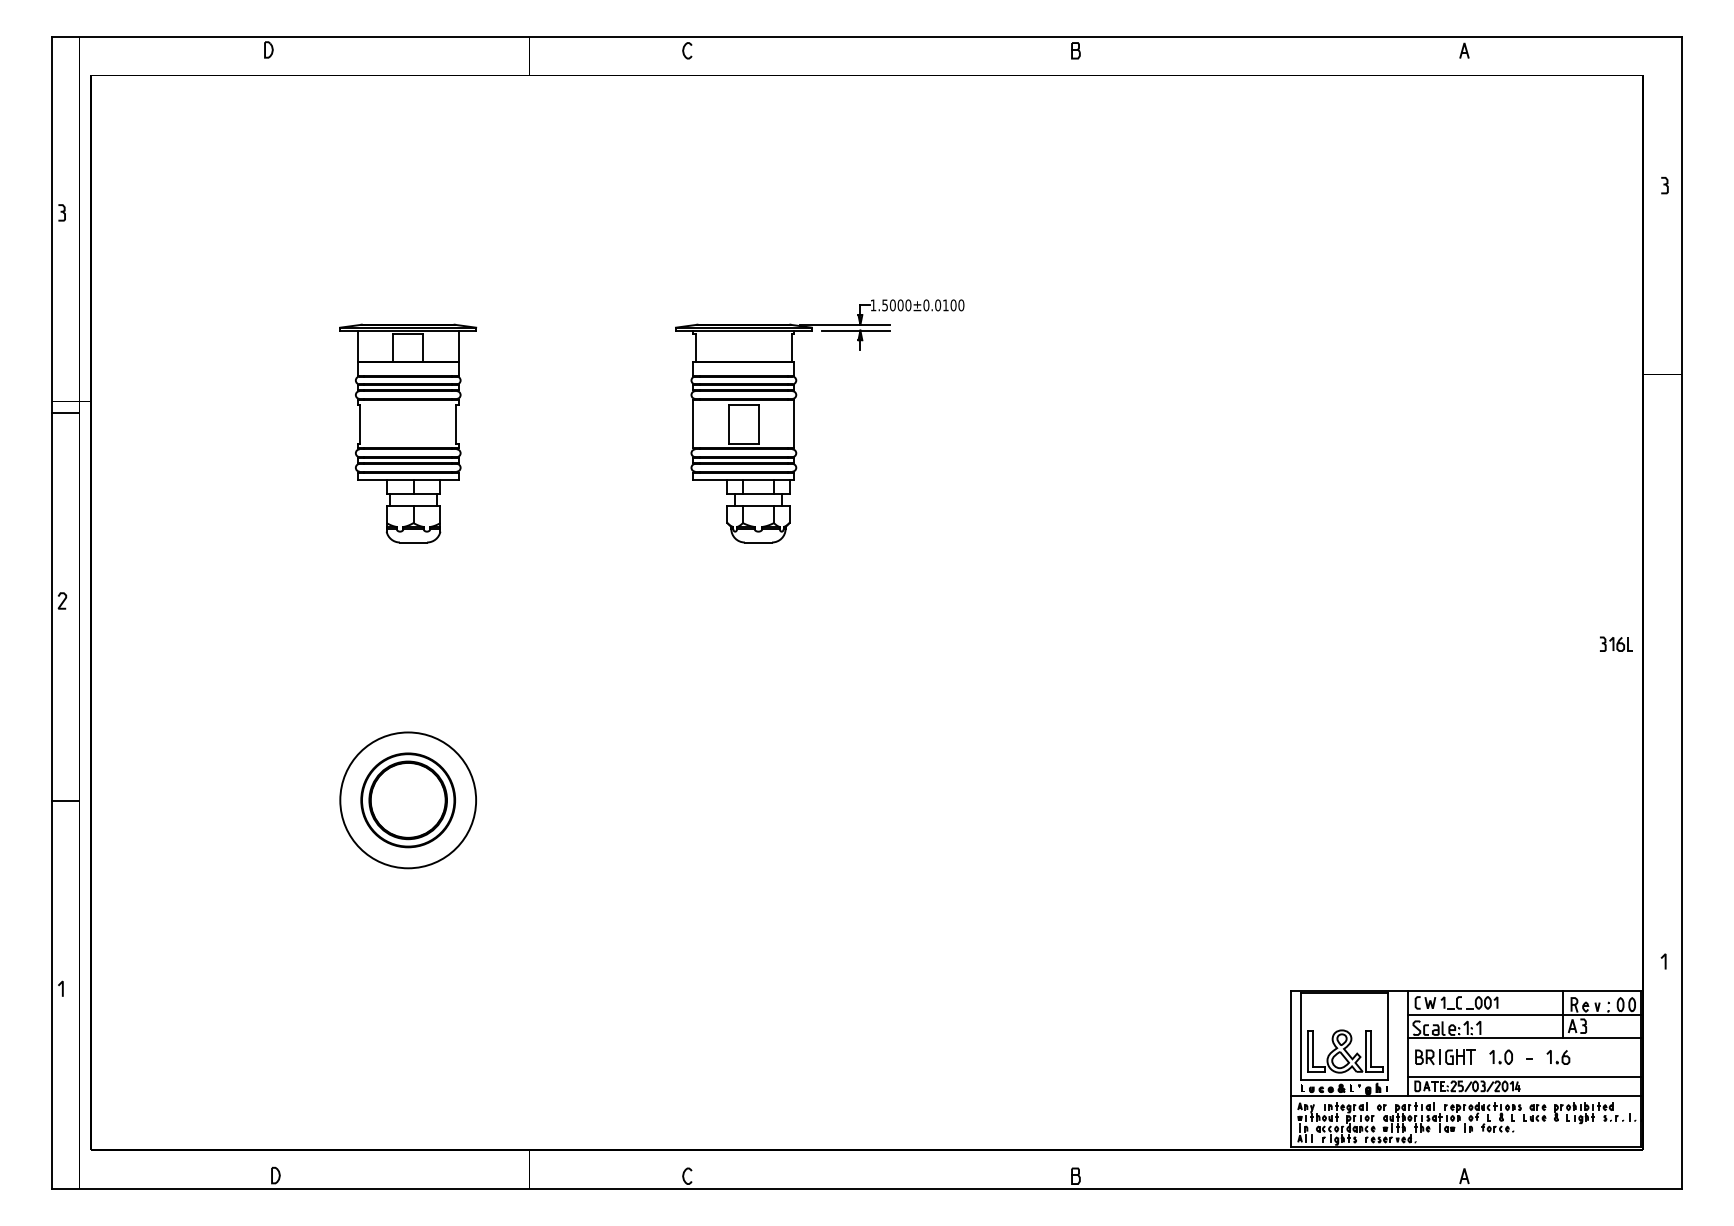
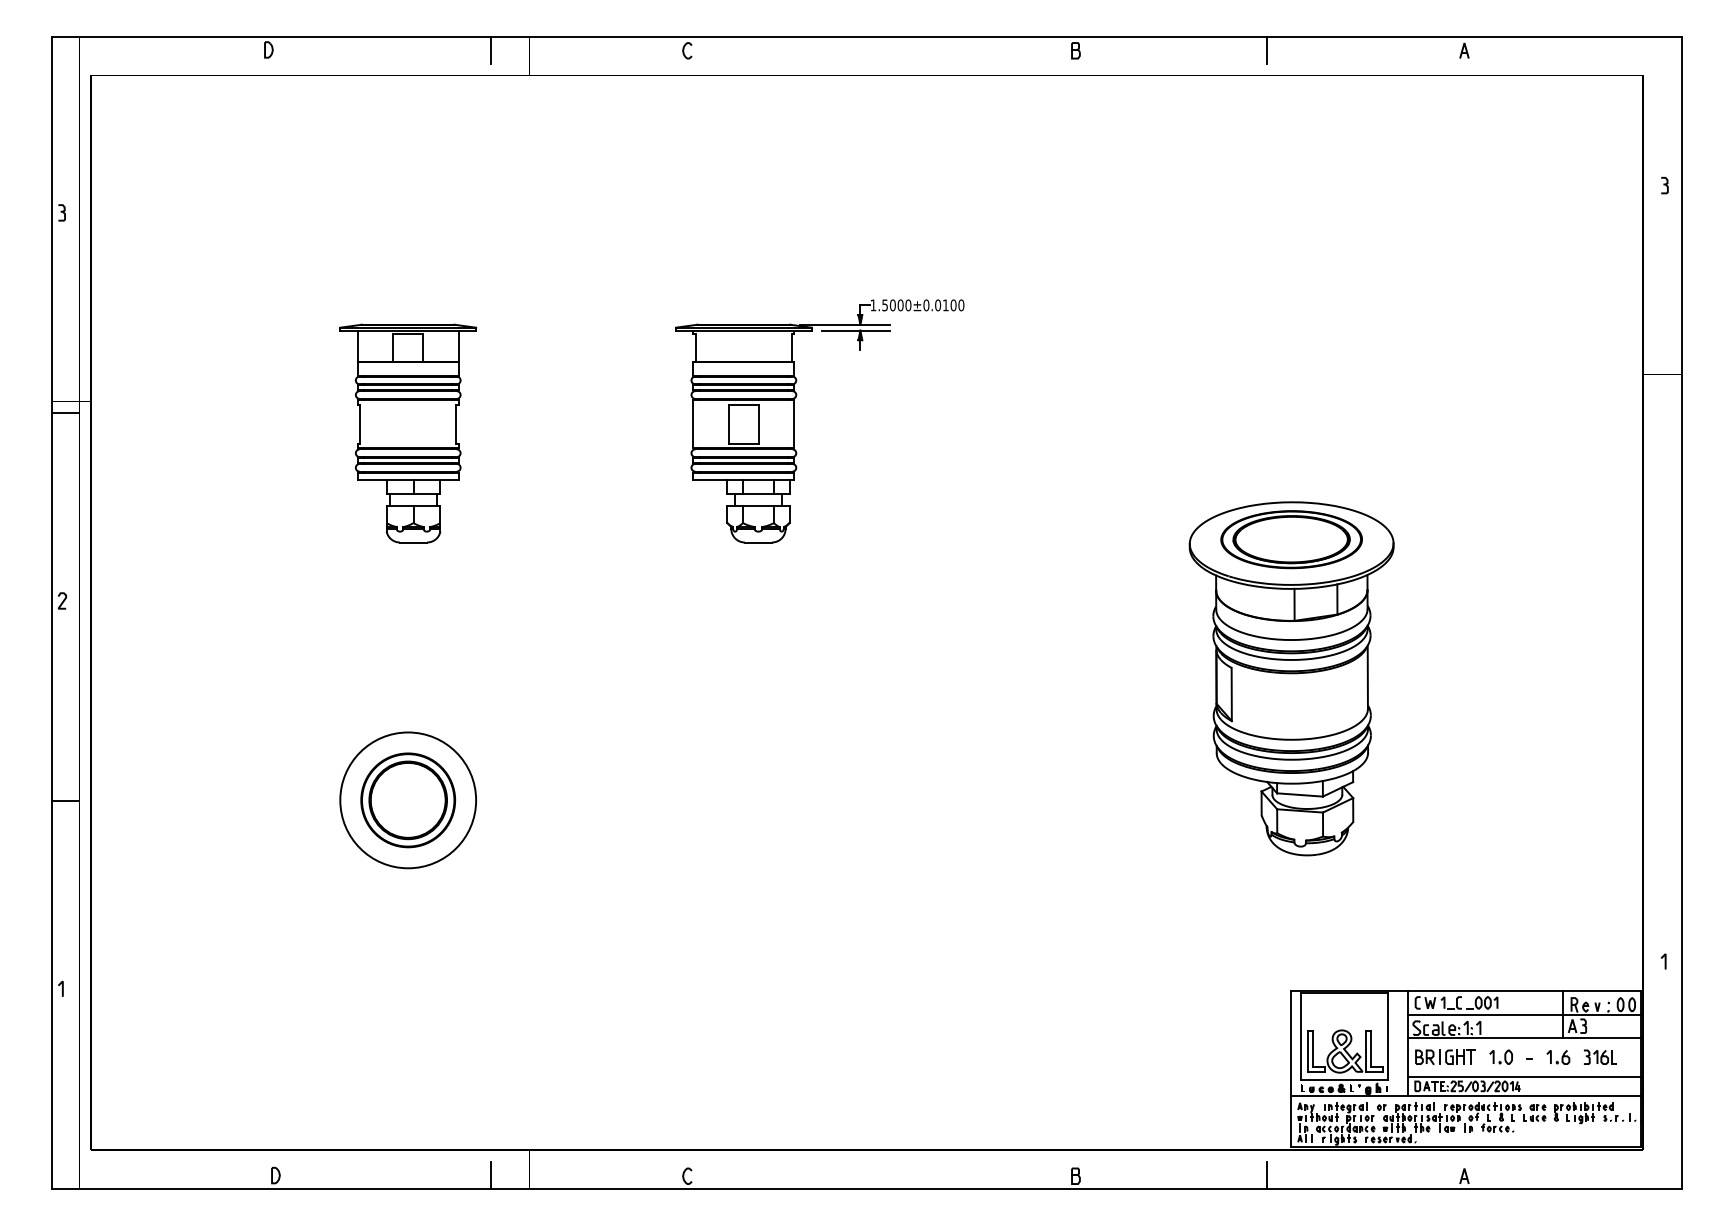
line at (490, 49): none -> present
line at (1266, 49): none -> present
part at (1616, 643) position: (1616, 643) -> (1600, 1056)
part at (1291, 678): none -> present
line at (490, 1175): none -> present
line at (1266, 1175): none -> present
